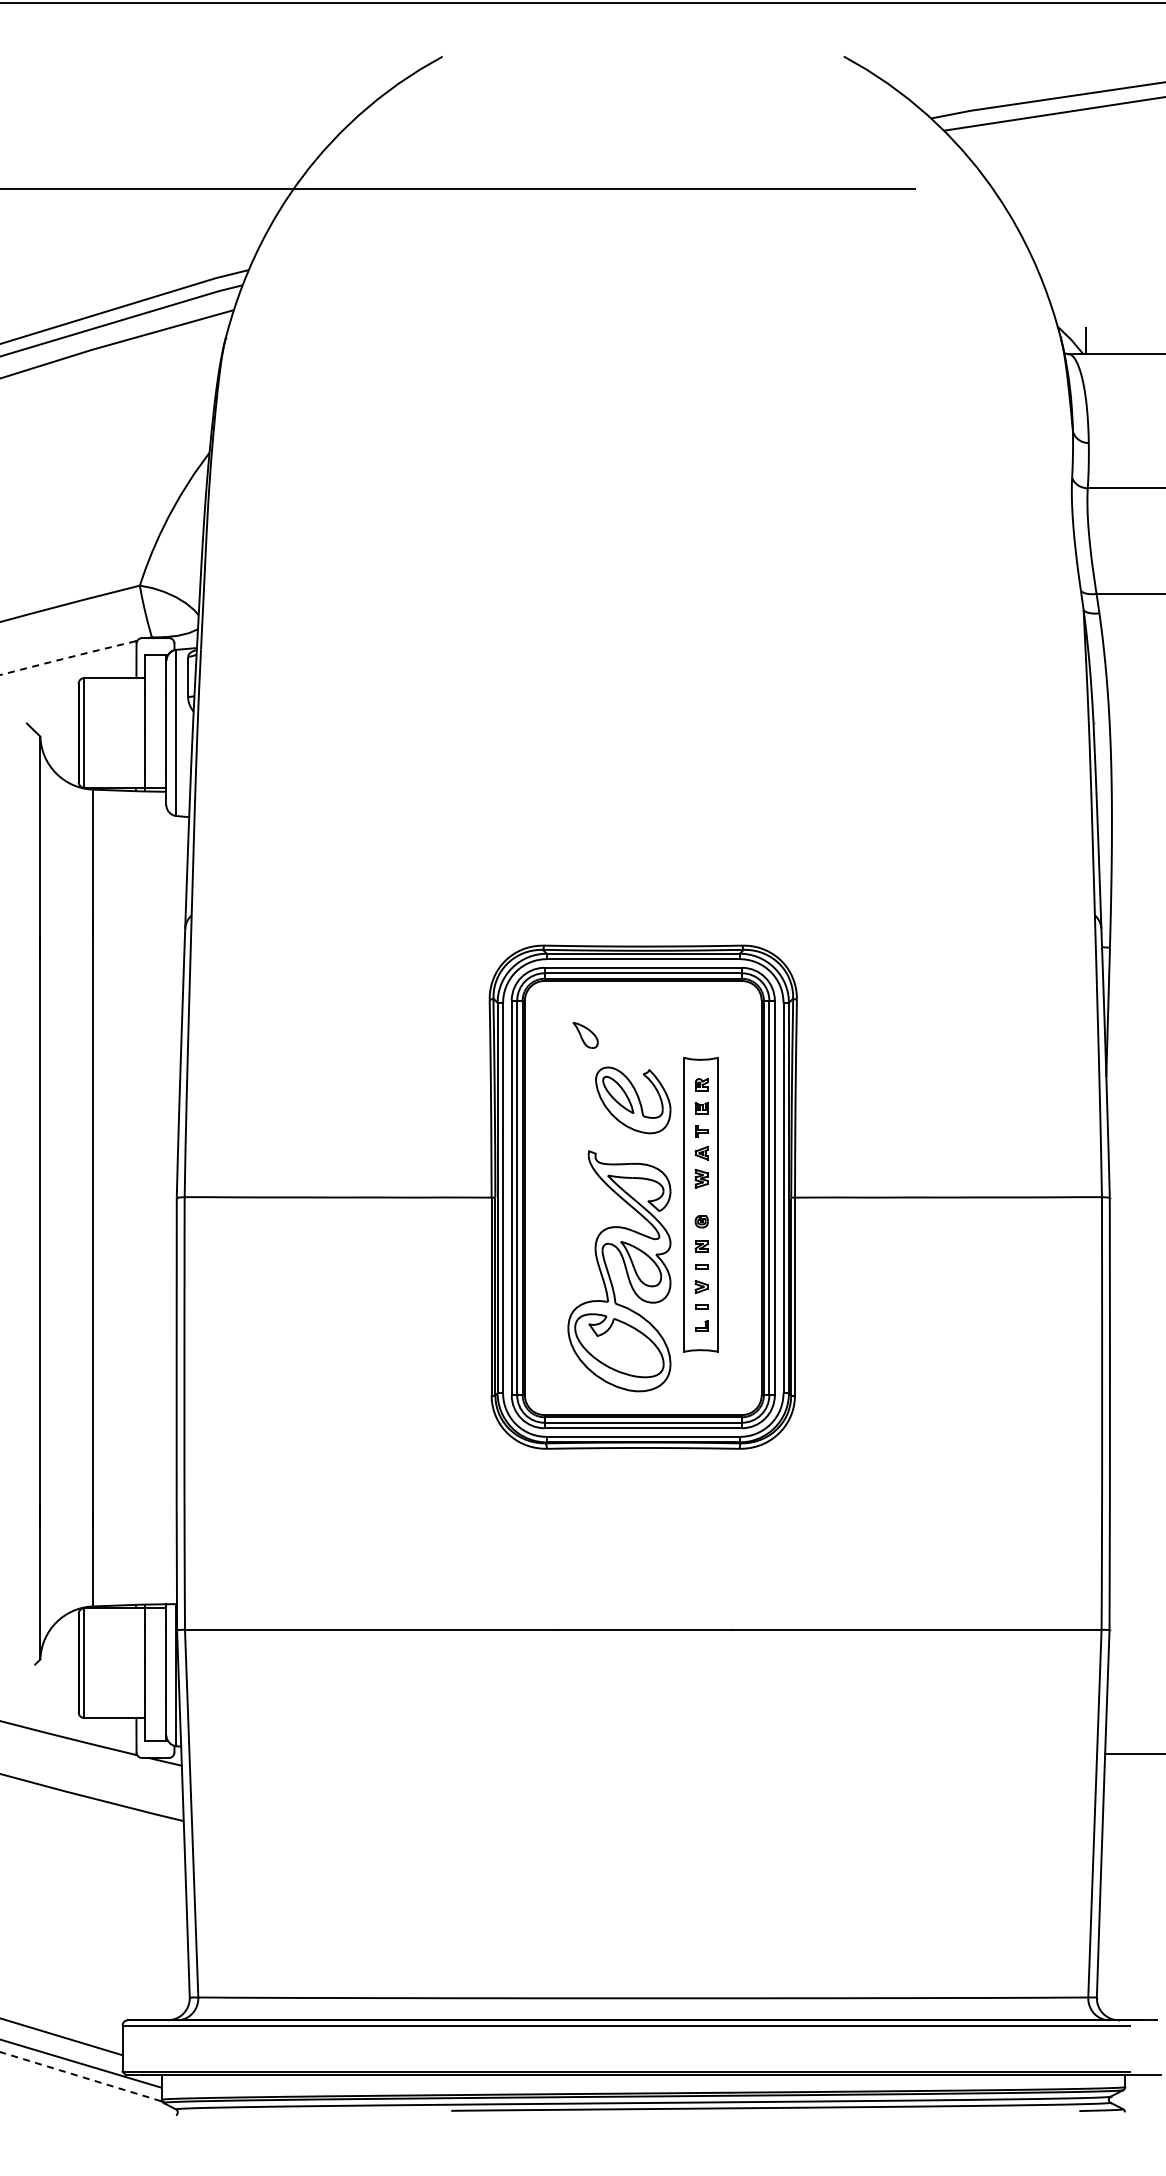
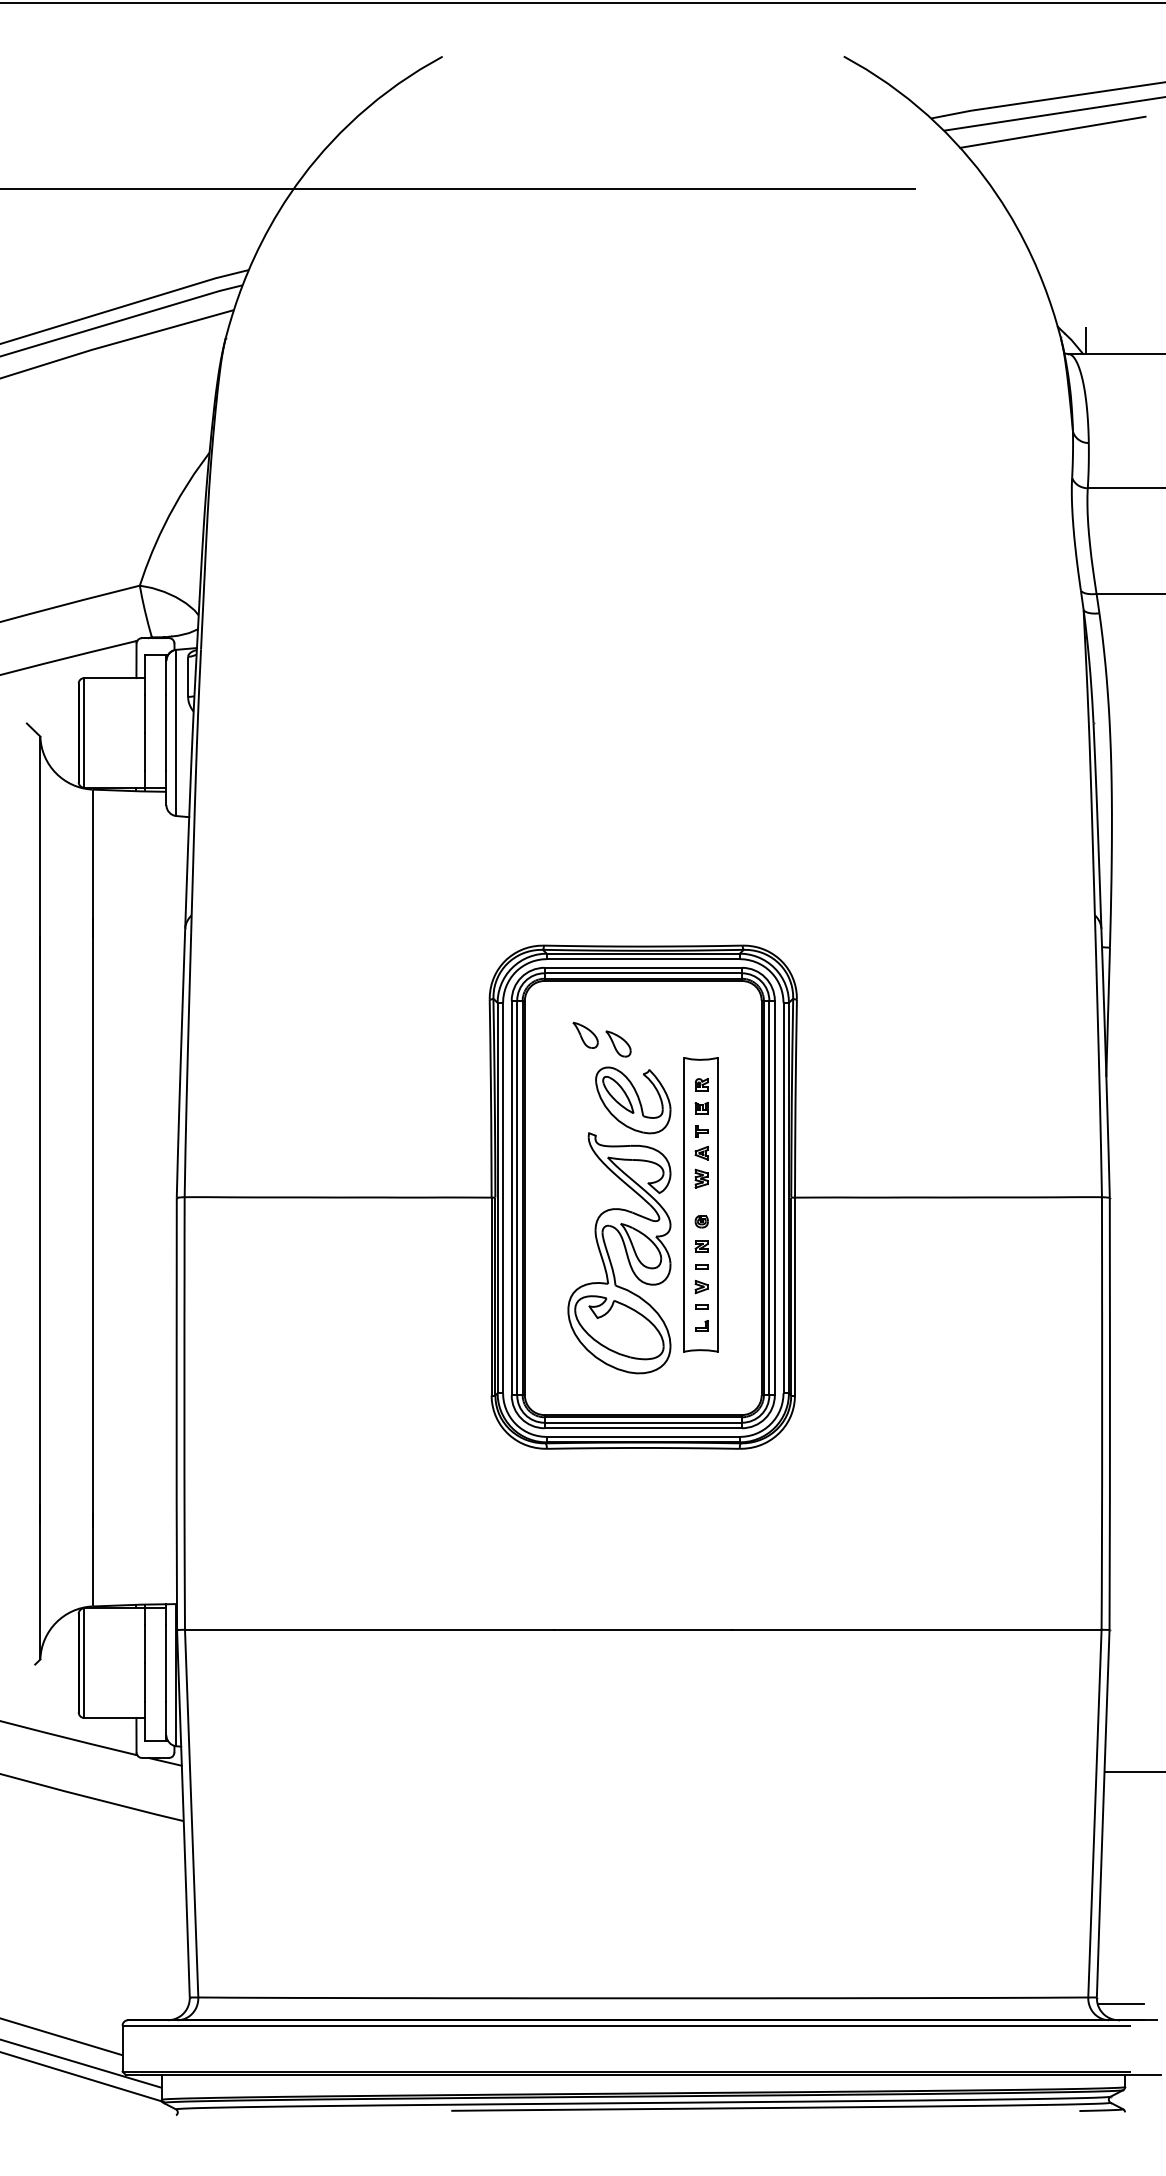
line at (1052, 131): none -> present
line at (68, 657): dashed -> solid
part at (618, 1043): none -> present
part at (619, 1271) position: (619, 1271) -> (619, 1253)
line at (1133, 1753) position: (1133, 1753) -> (1133, 1771)
line at (1120, 2003): none -> present
line at (80, 2076): dashed -> solid
